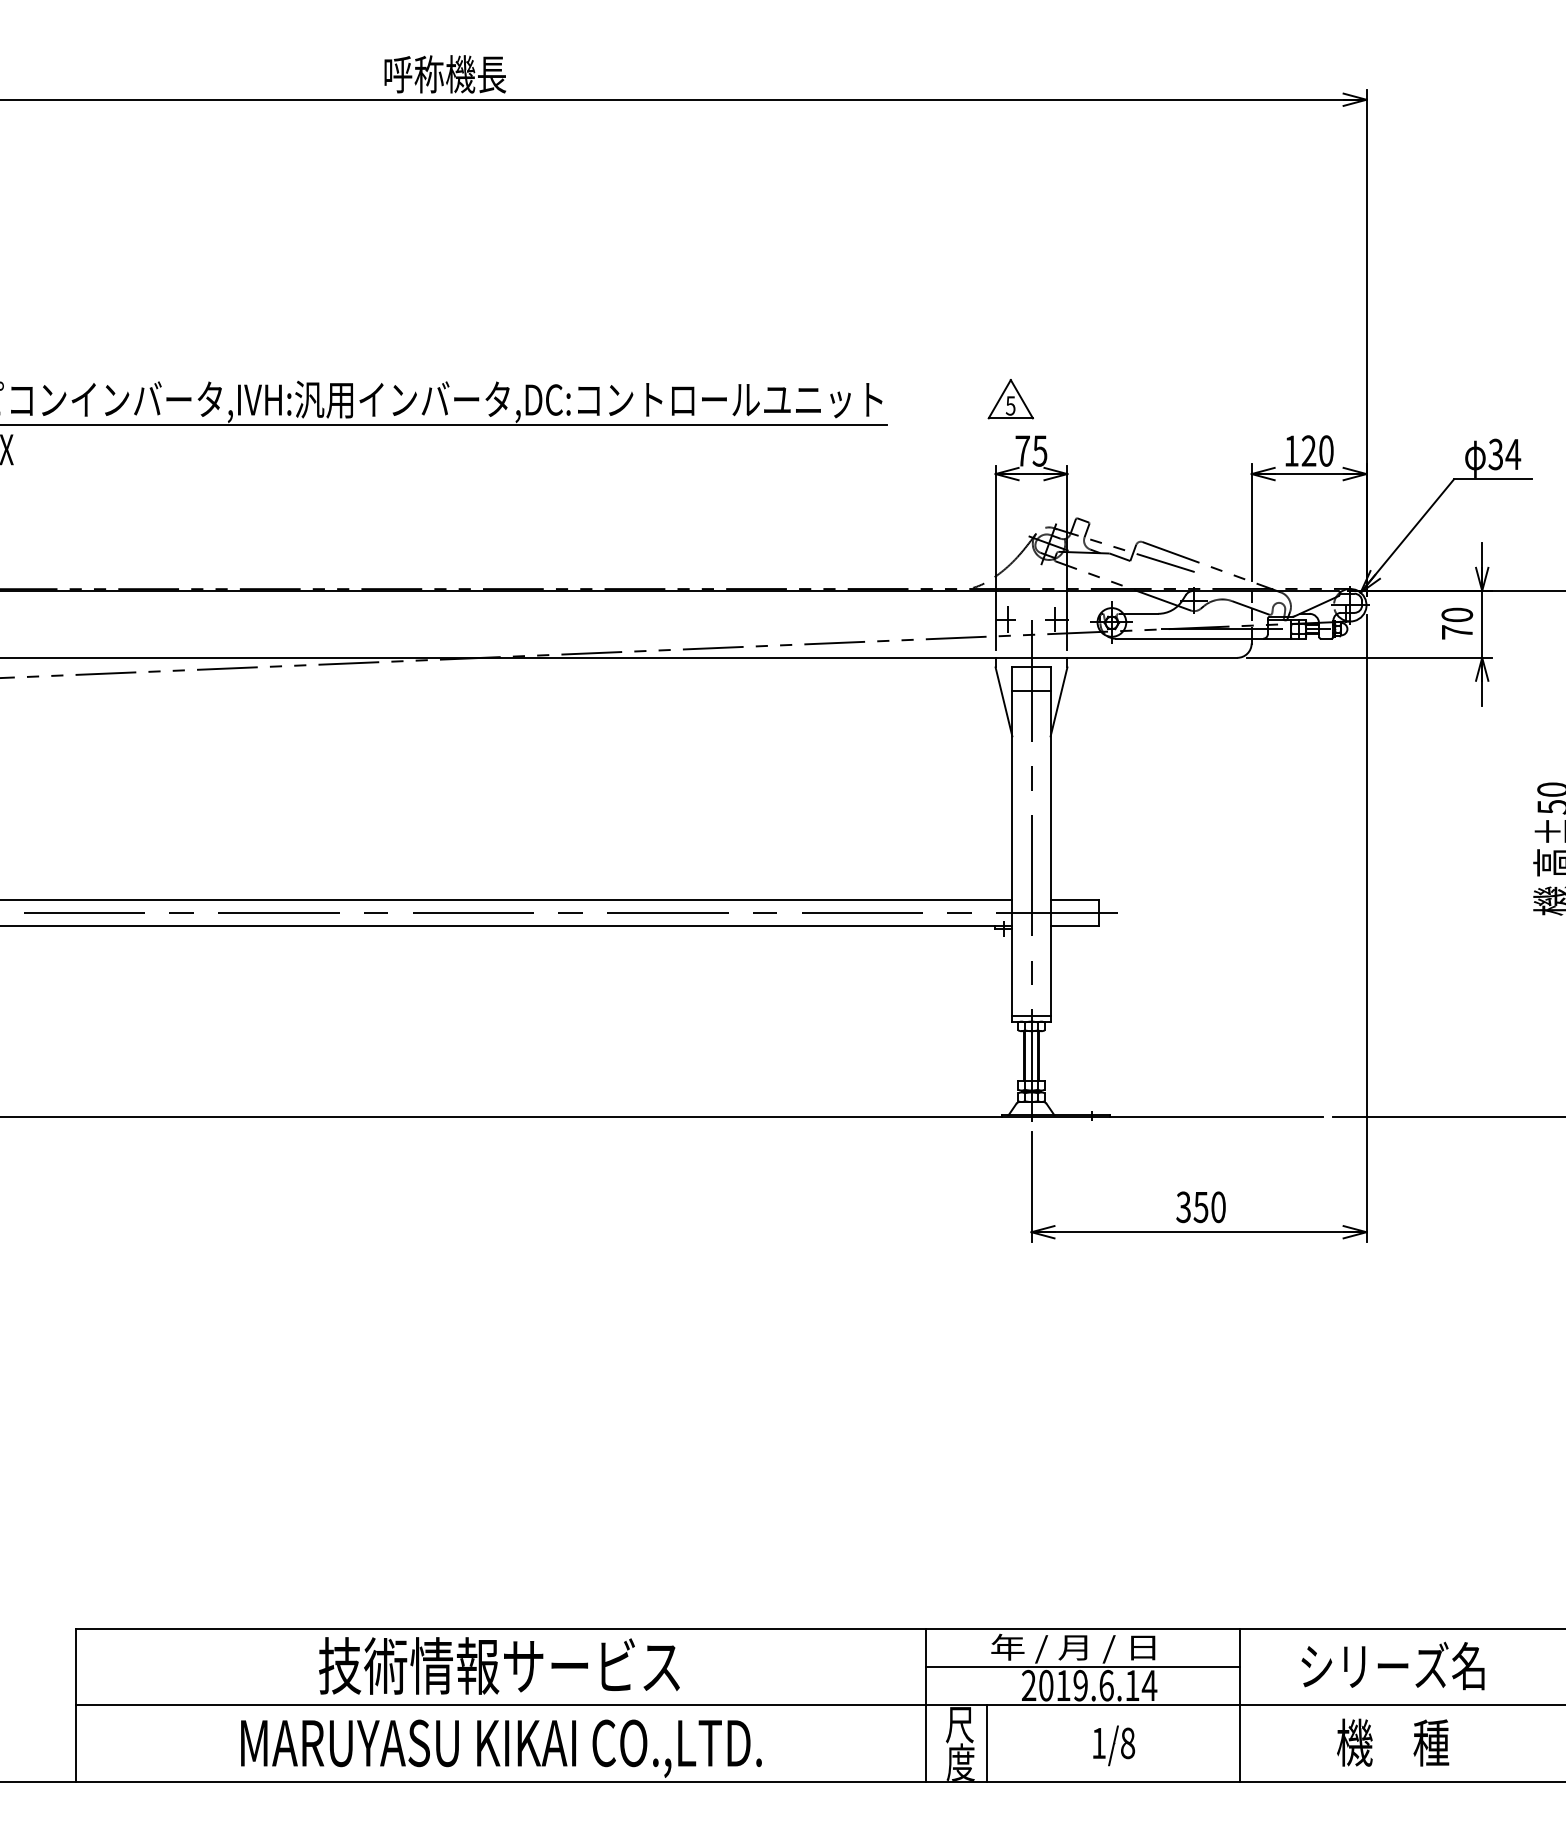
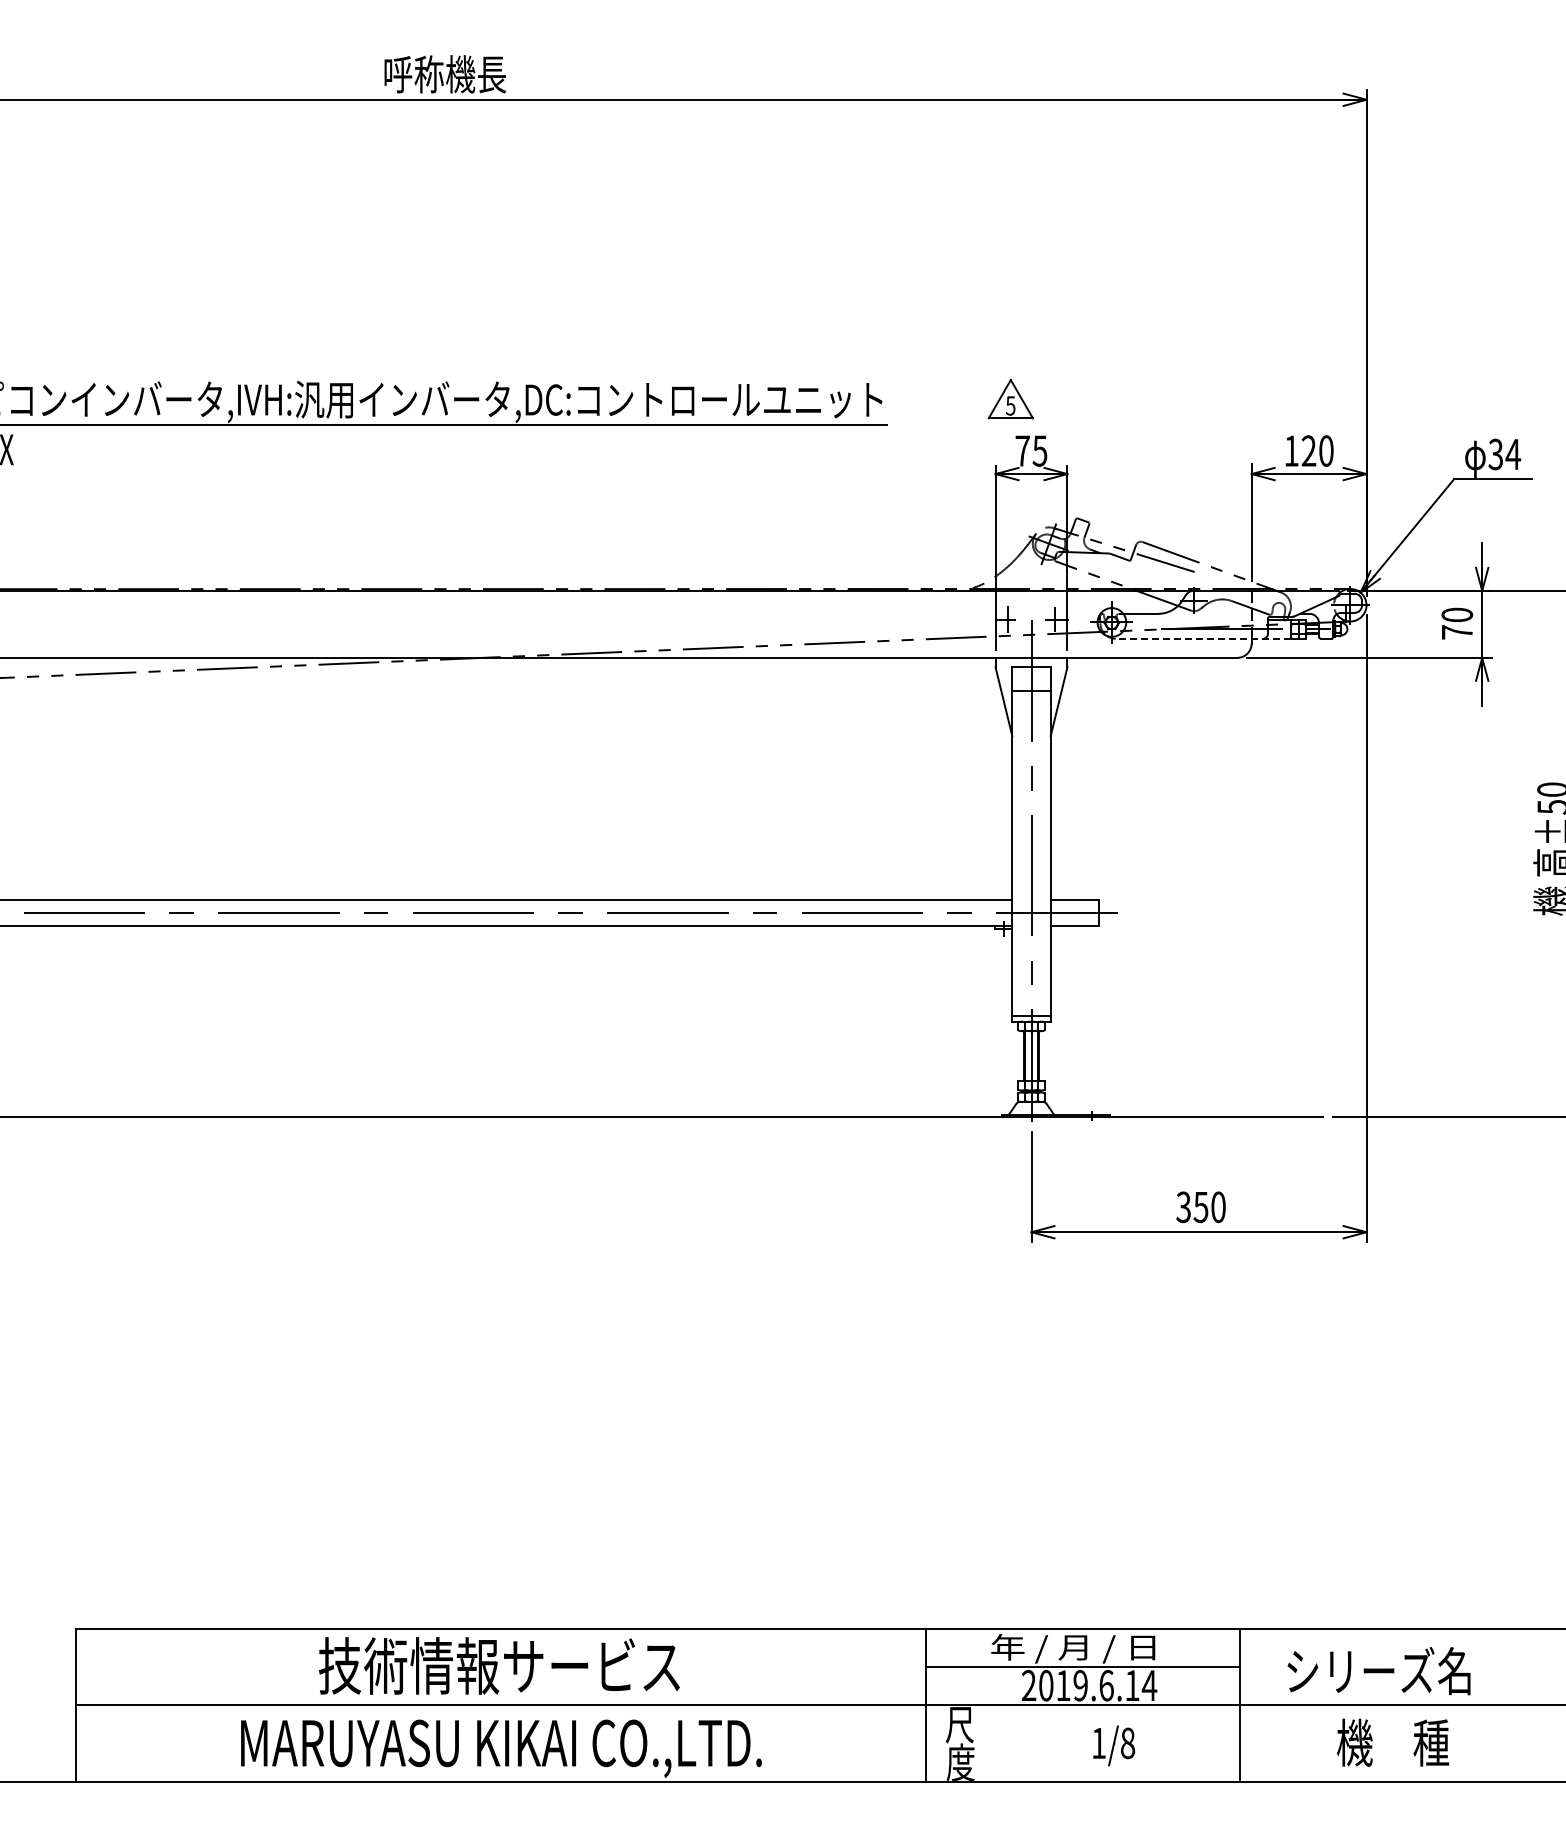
line at (1203, 638): solid -> dashed
text at (1392, 1665) position: (1392, 1665) -> (1378, 1670)
line at (987, 1743): present -> none
